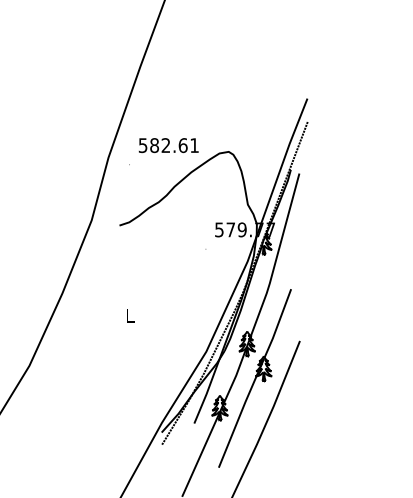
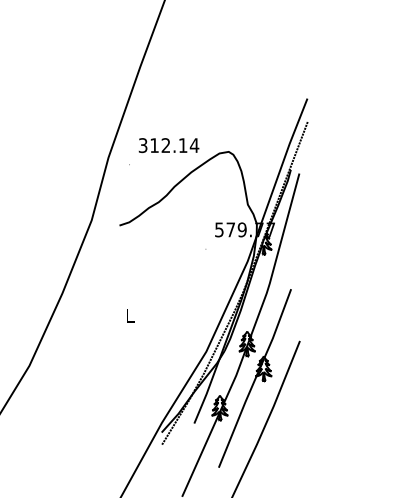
text at (169, 145): 582.61 -> 312.14
